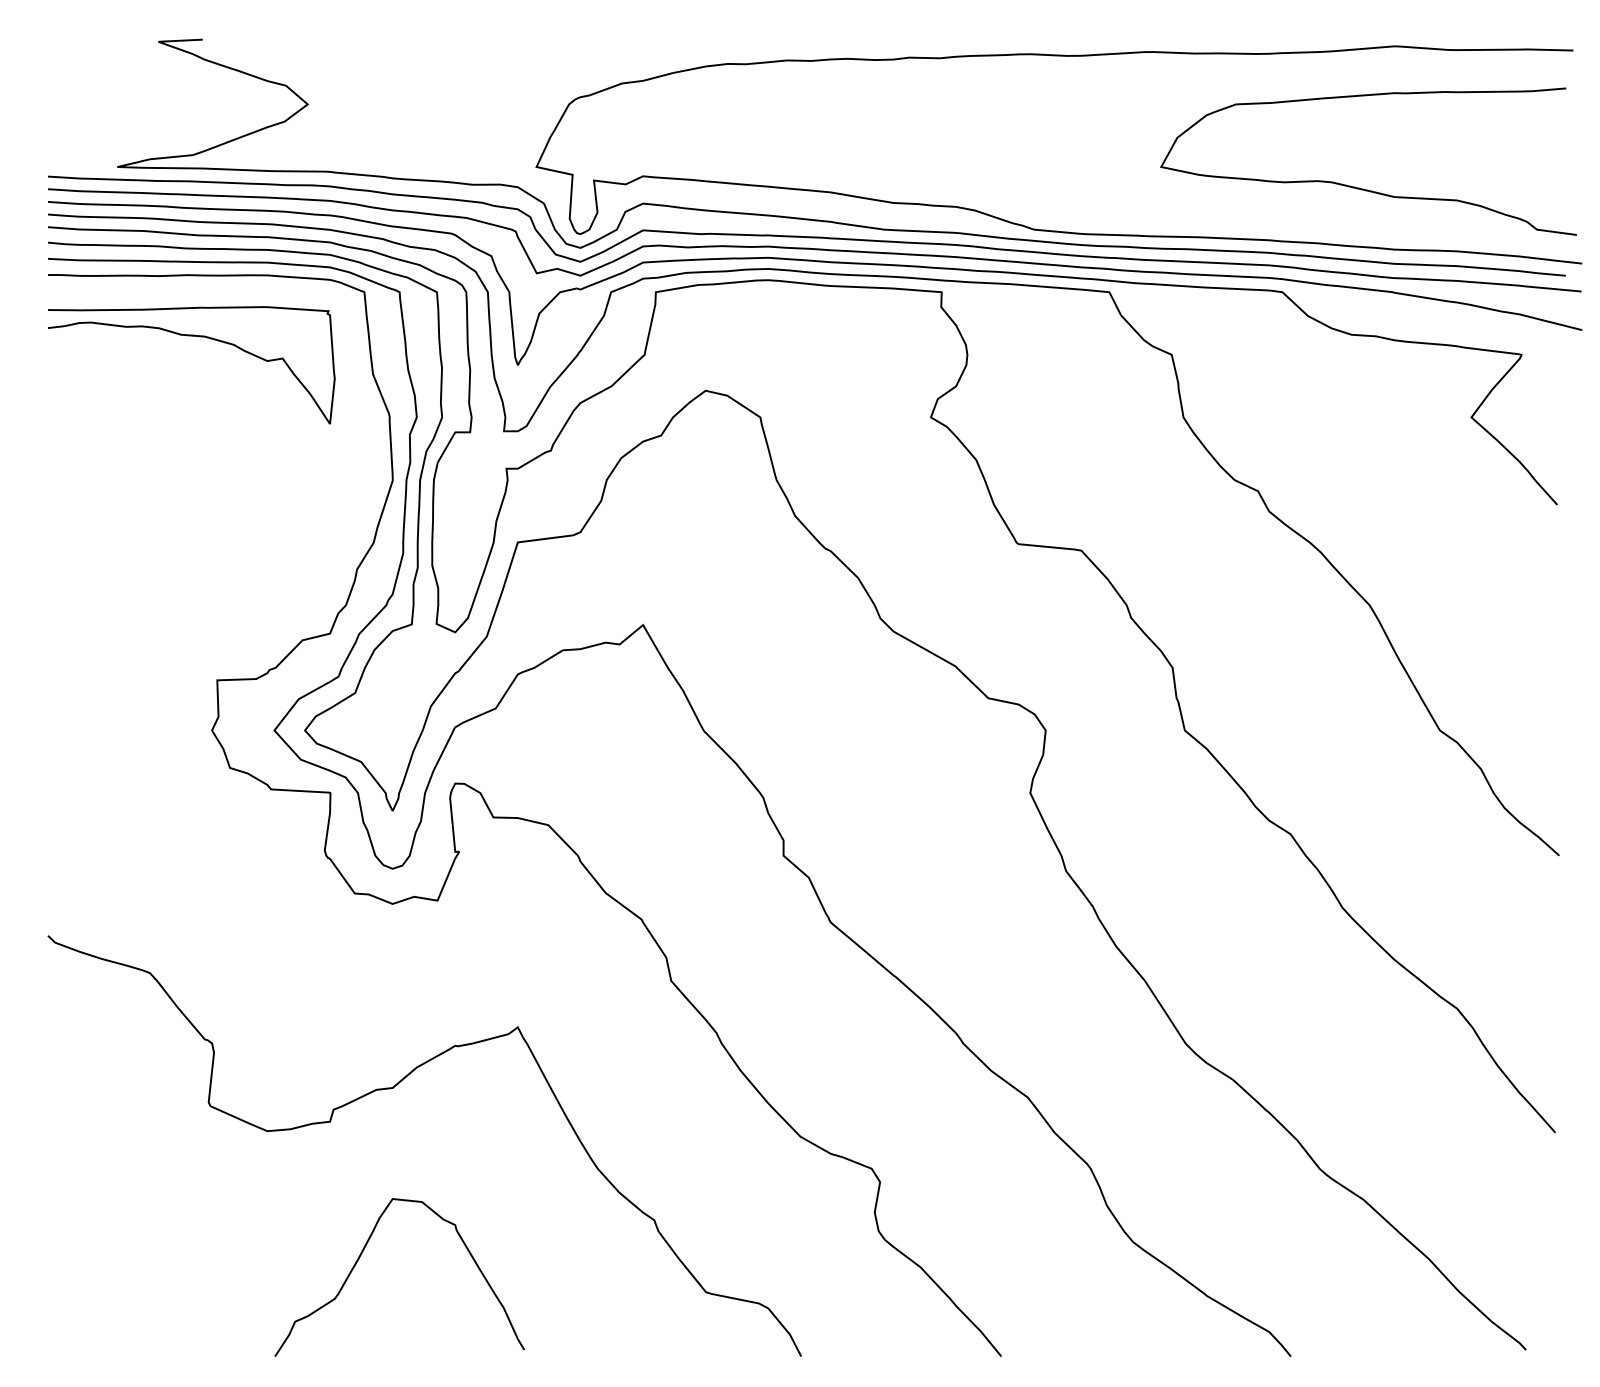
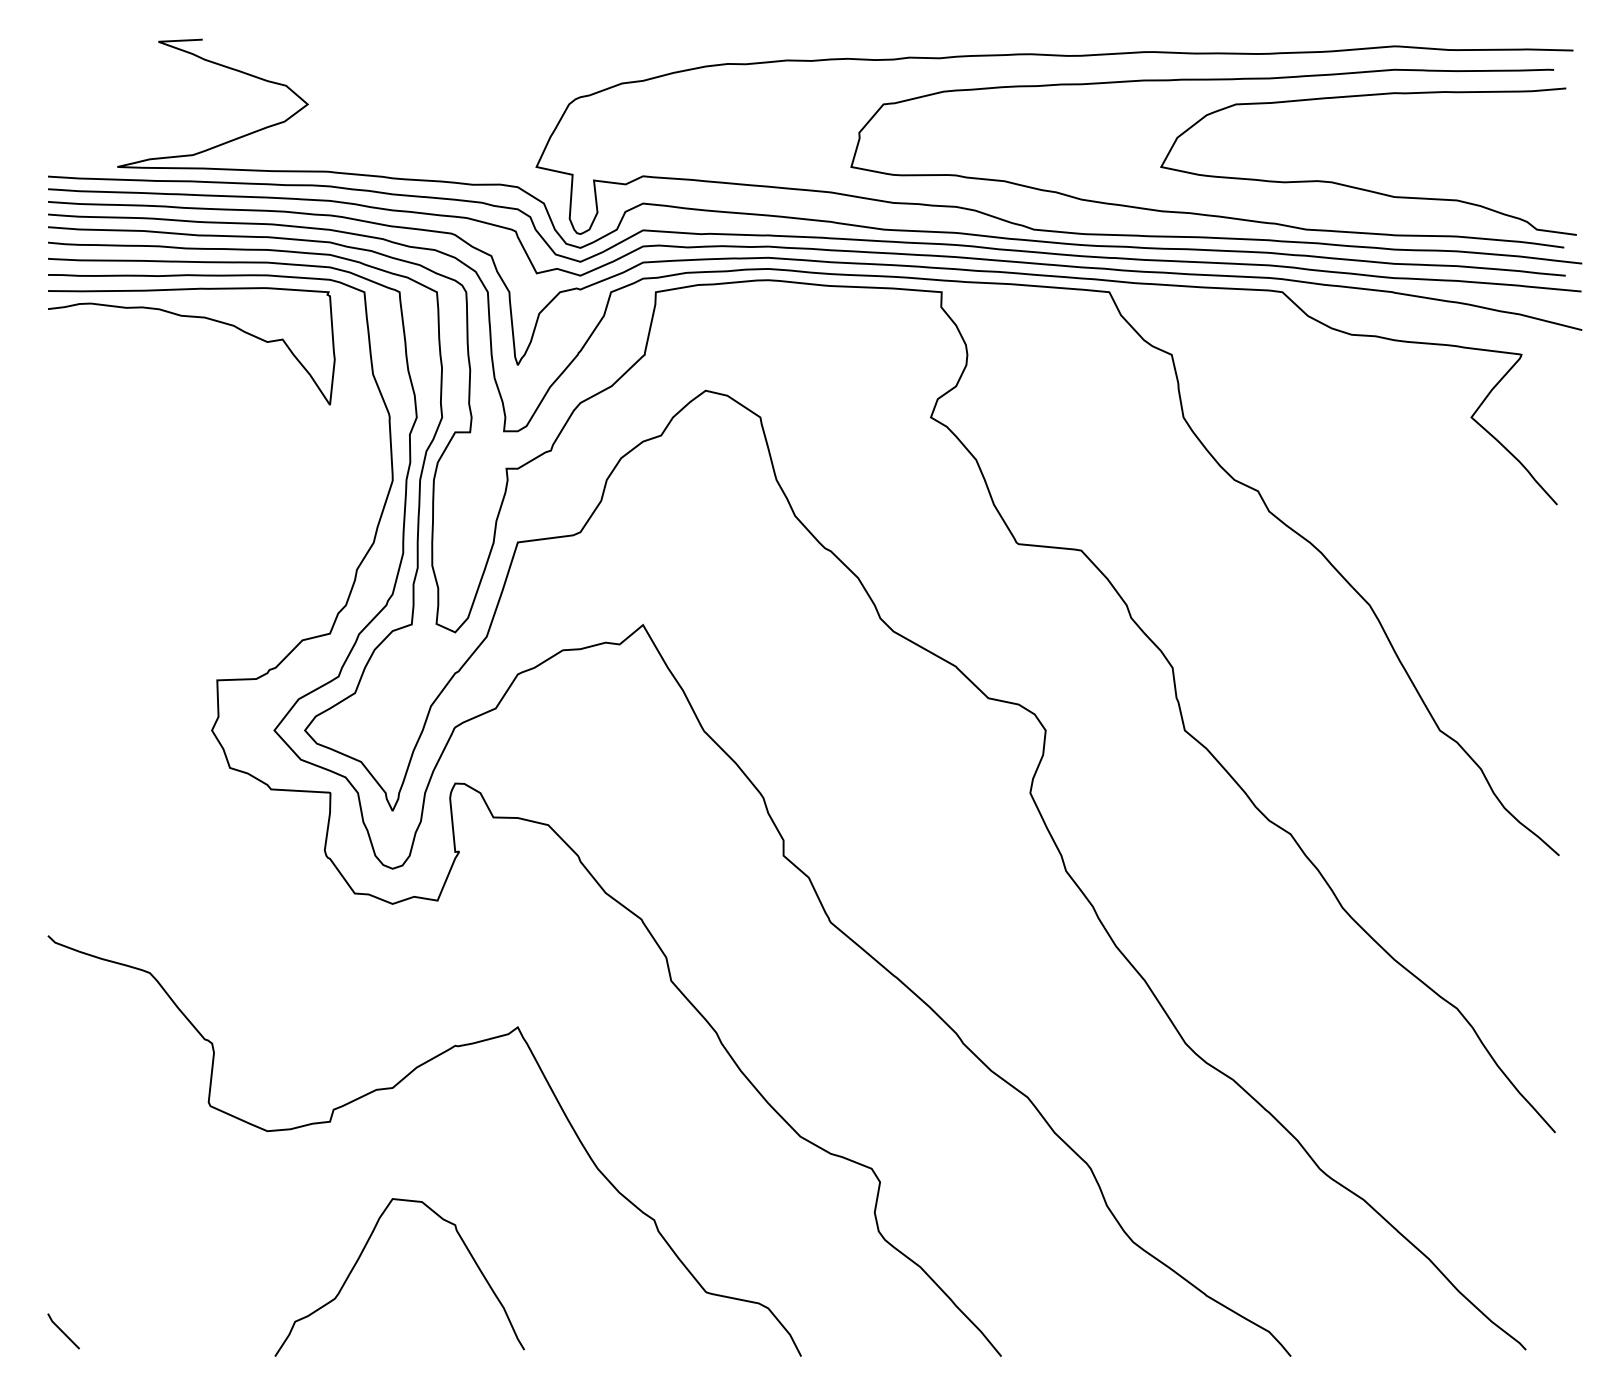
curve at (1203, 213): none -> present
curve at (191, 336) position: (191, 336) -> (191, 317)
line at (63, 1331): none -> present
